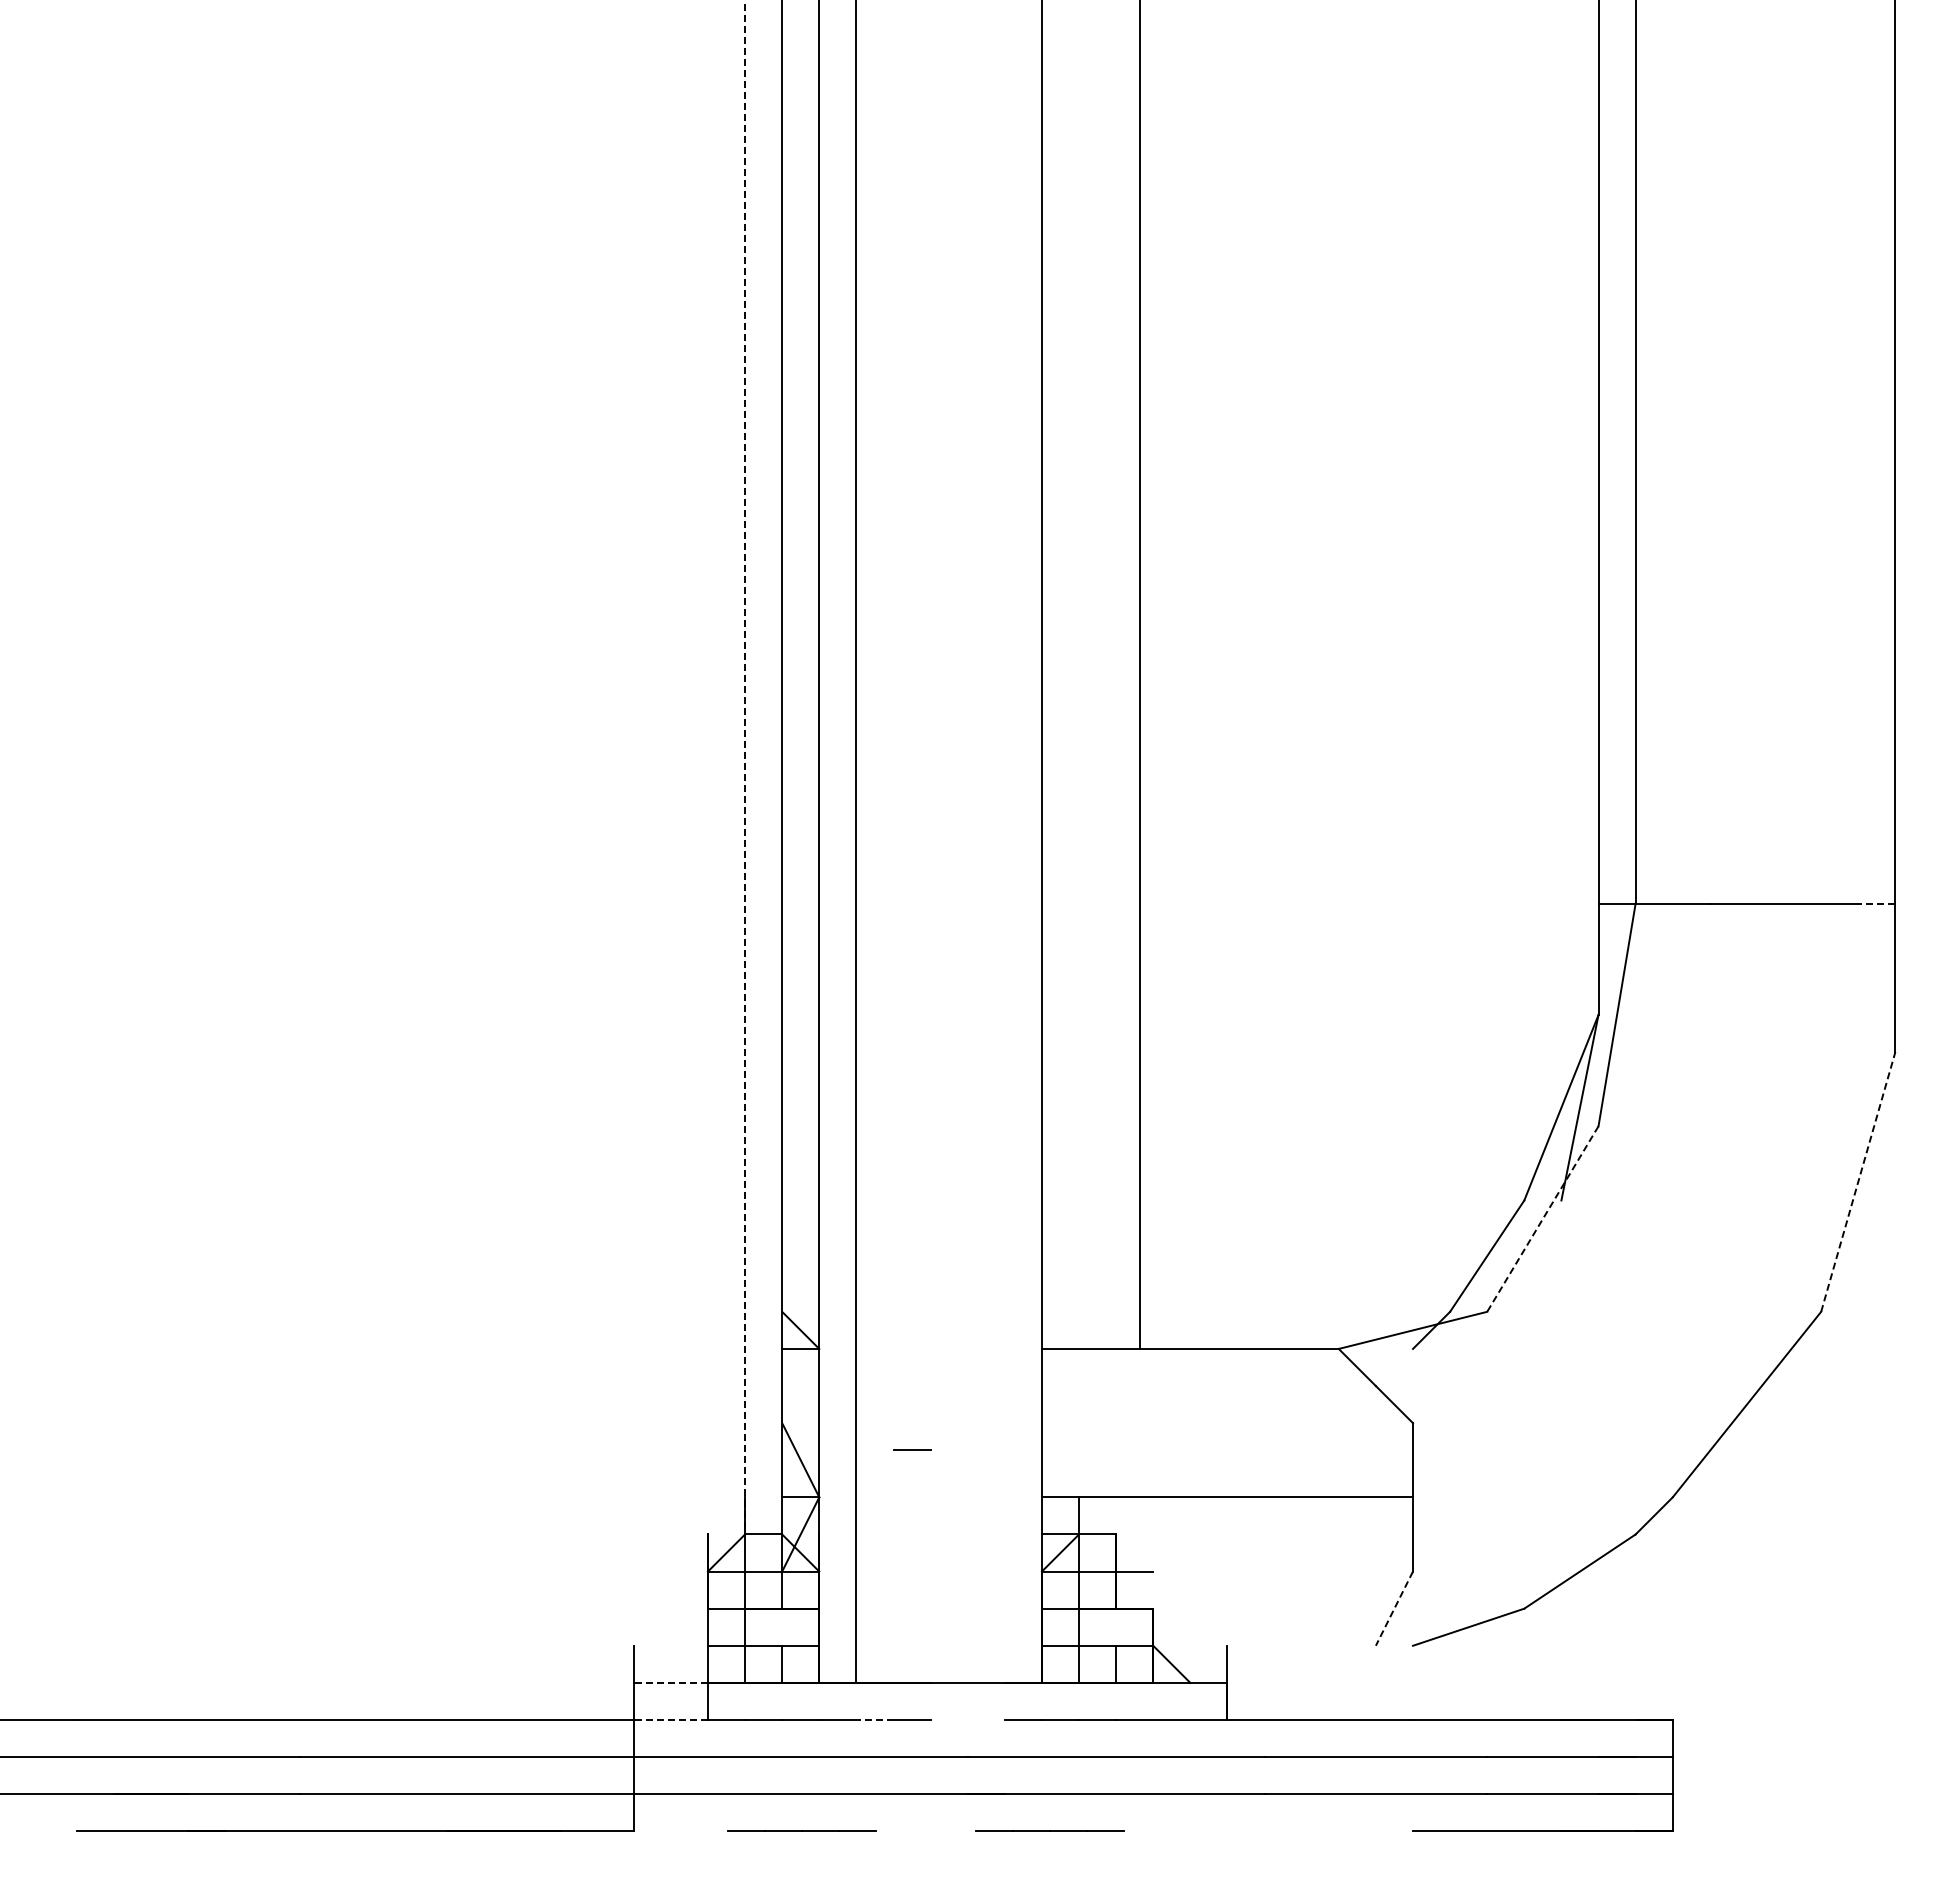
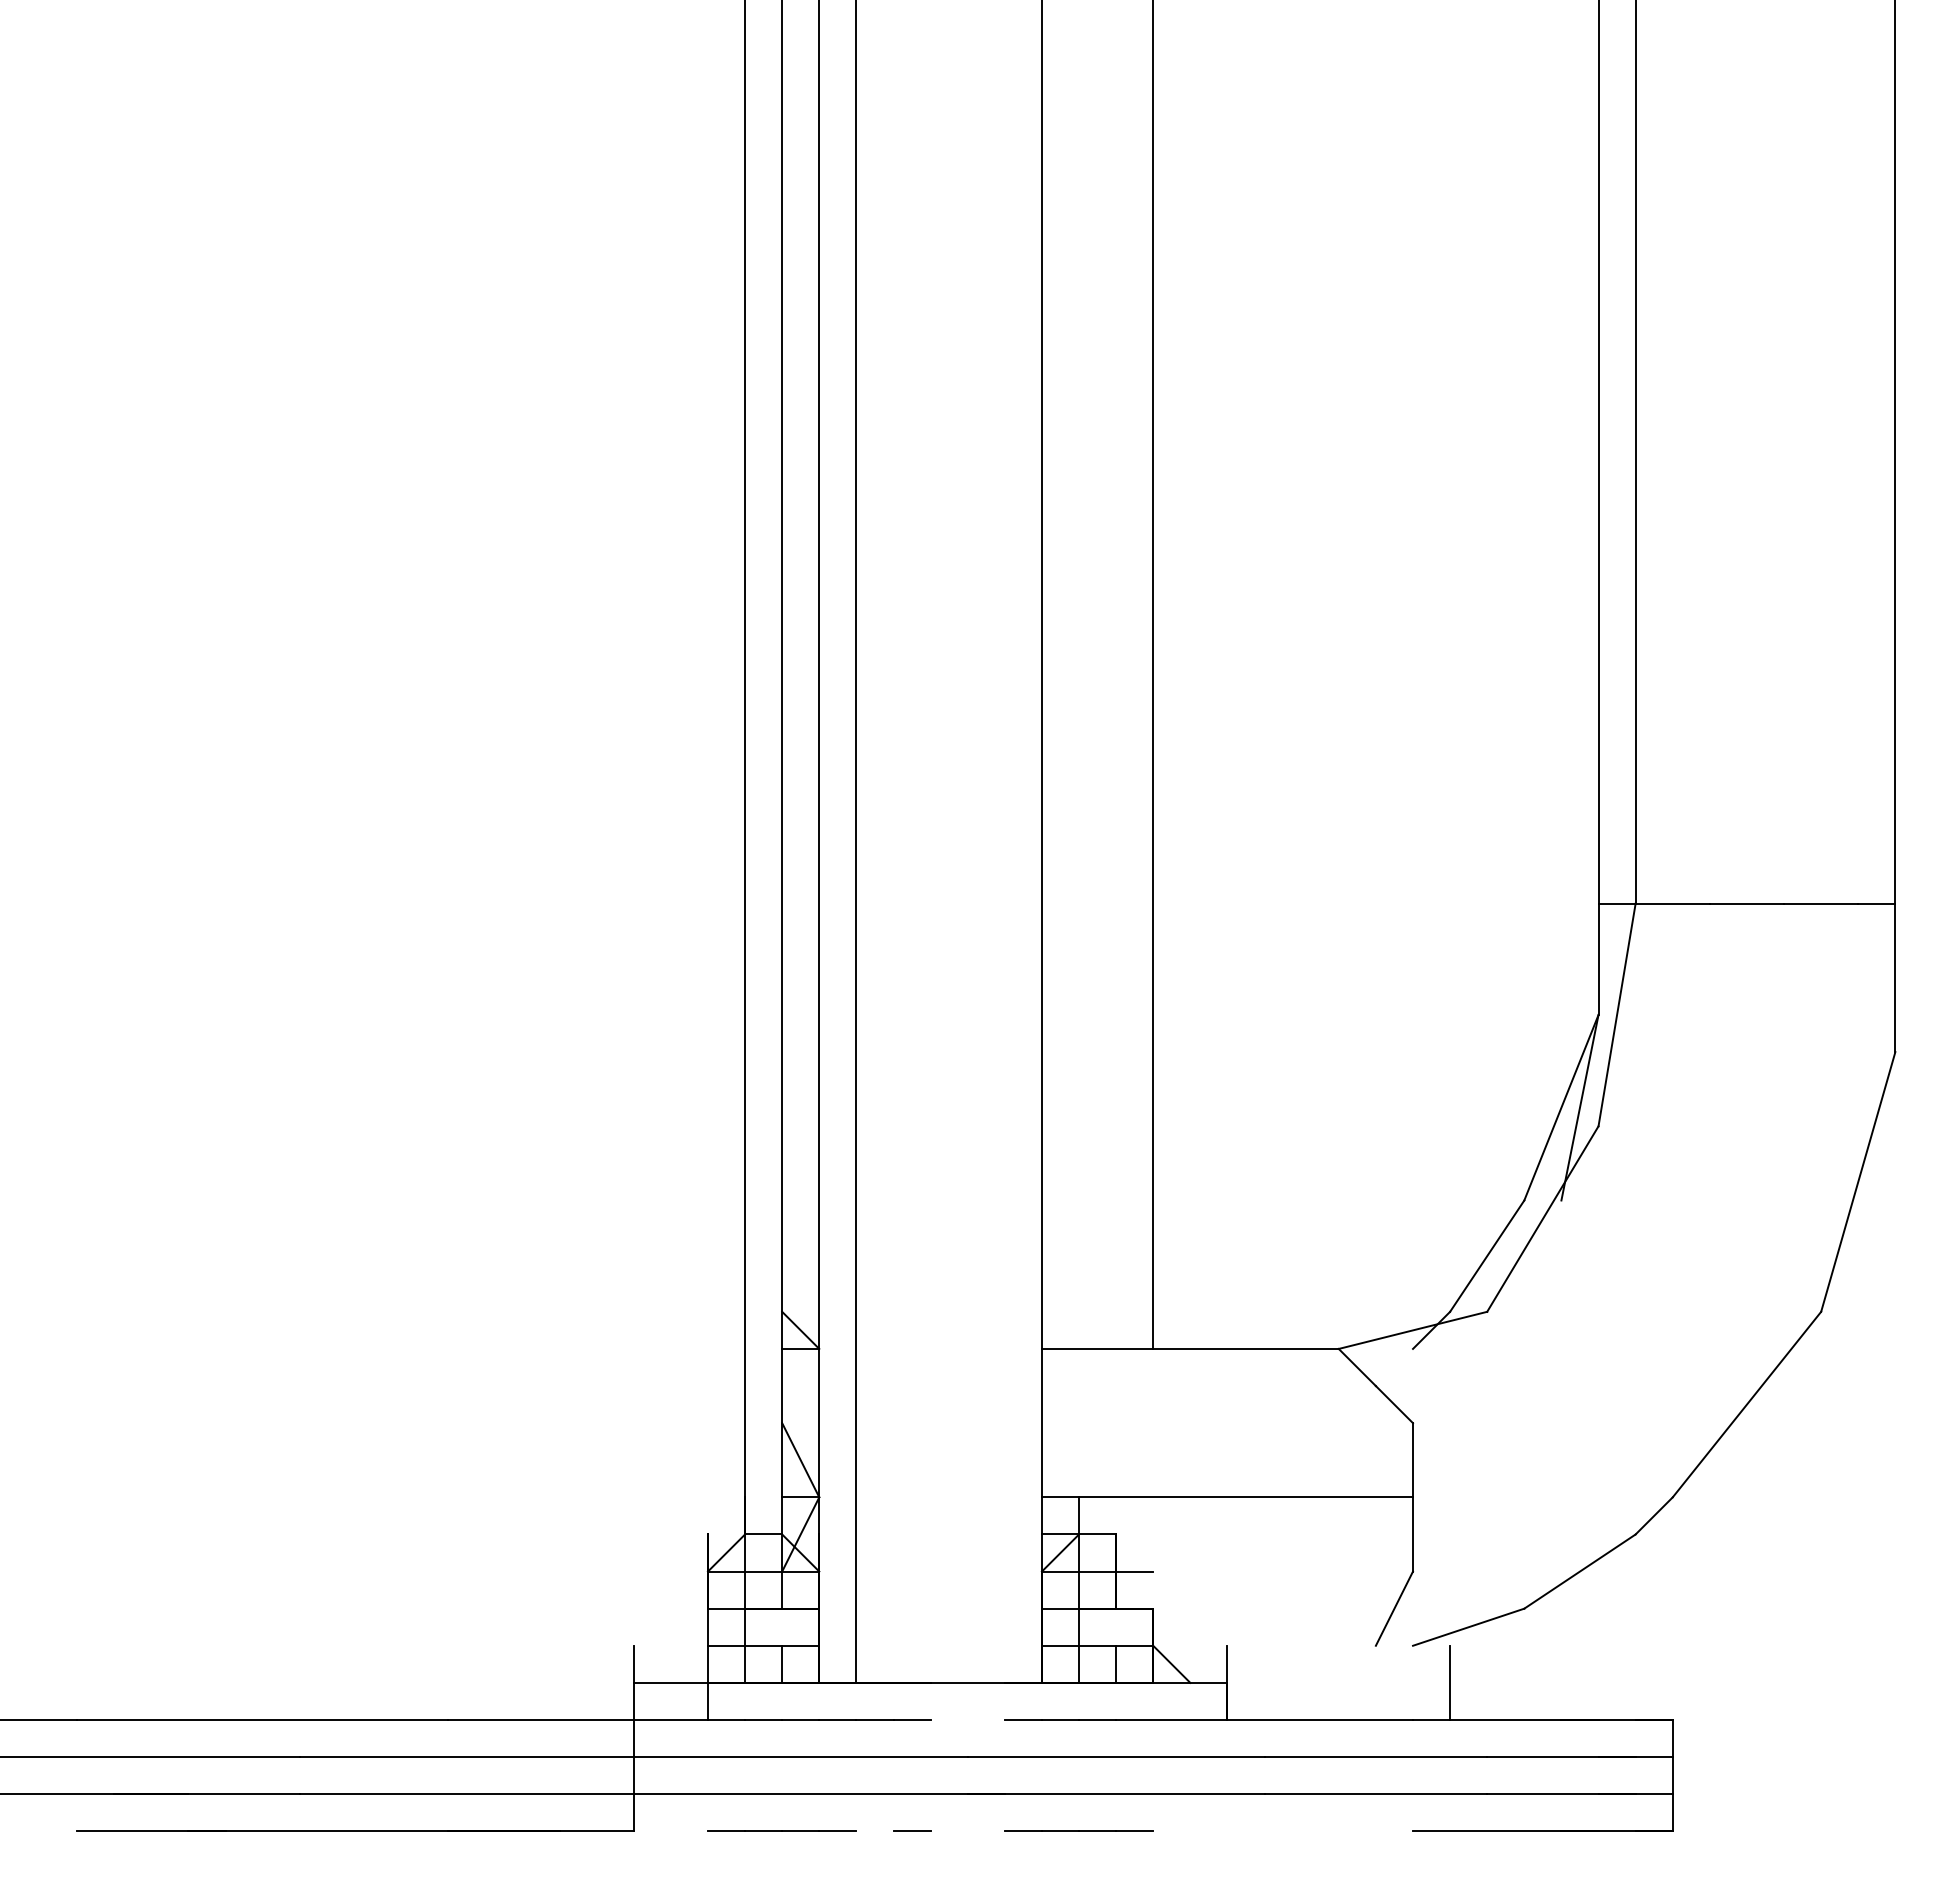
line at (1140, 675) position: (1140, 675) -> (1153, 675)
line at (745, 767): dashed -> solid
line at (1876, 903): dashed -> solid
line at (1858, 1181): dashed -> solid
line at (1542, 1219): dashed -> solid
line at (912, 1449) position: (912, 1449) -> (912, 1830)
line at (1394, 1609): dashed -> solid
line at (670, 1682): dashed -> solid
line at (1450, 1682): none -> present
line at (670, 1720): dashed -> solid
line at (874, 1720): dashed -> solid
line at (801, 1830) position: (801, 1830) -> (781, 1830)
line at (1049, 1830) position: (1049, 1830) -> (1078, 1830)
